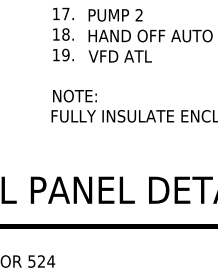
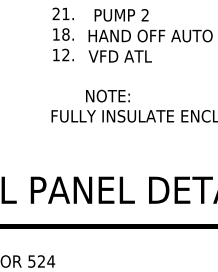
text at (60, 13): 17. -> 21.
text at (115, 15) position: (115, 15) -> (121, 15)
text at (65, 54): 19. -> 12.
text at (74, 95) position: (74, 95) -> (107, 95)
